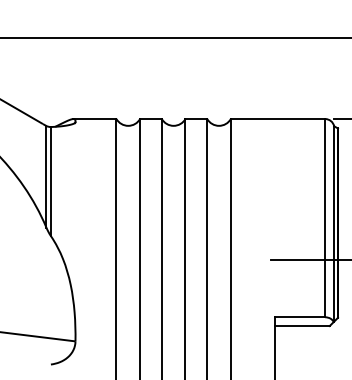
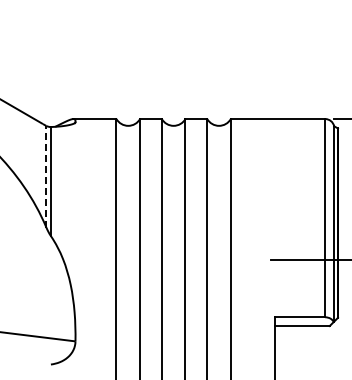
line at (175, 37): present -> none
line at (46, 176): solid -> dashed
